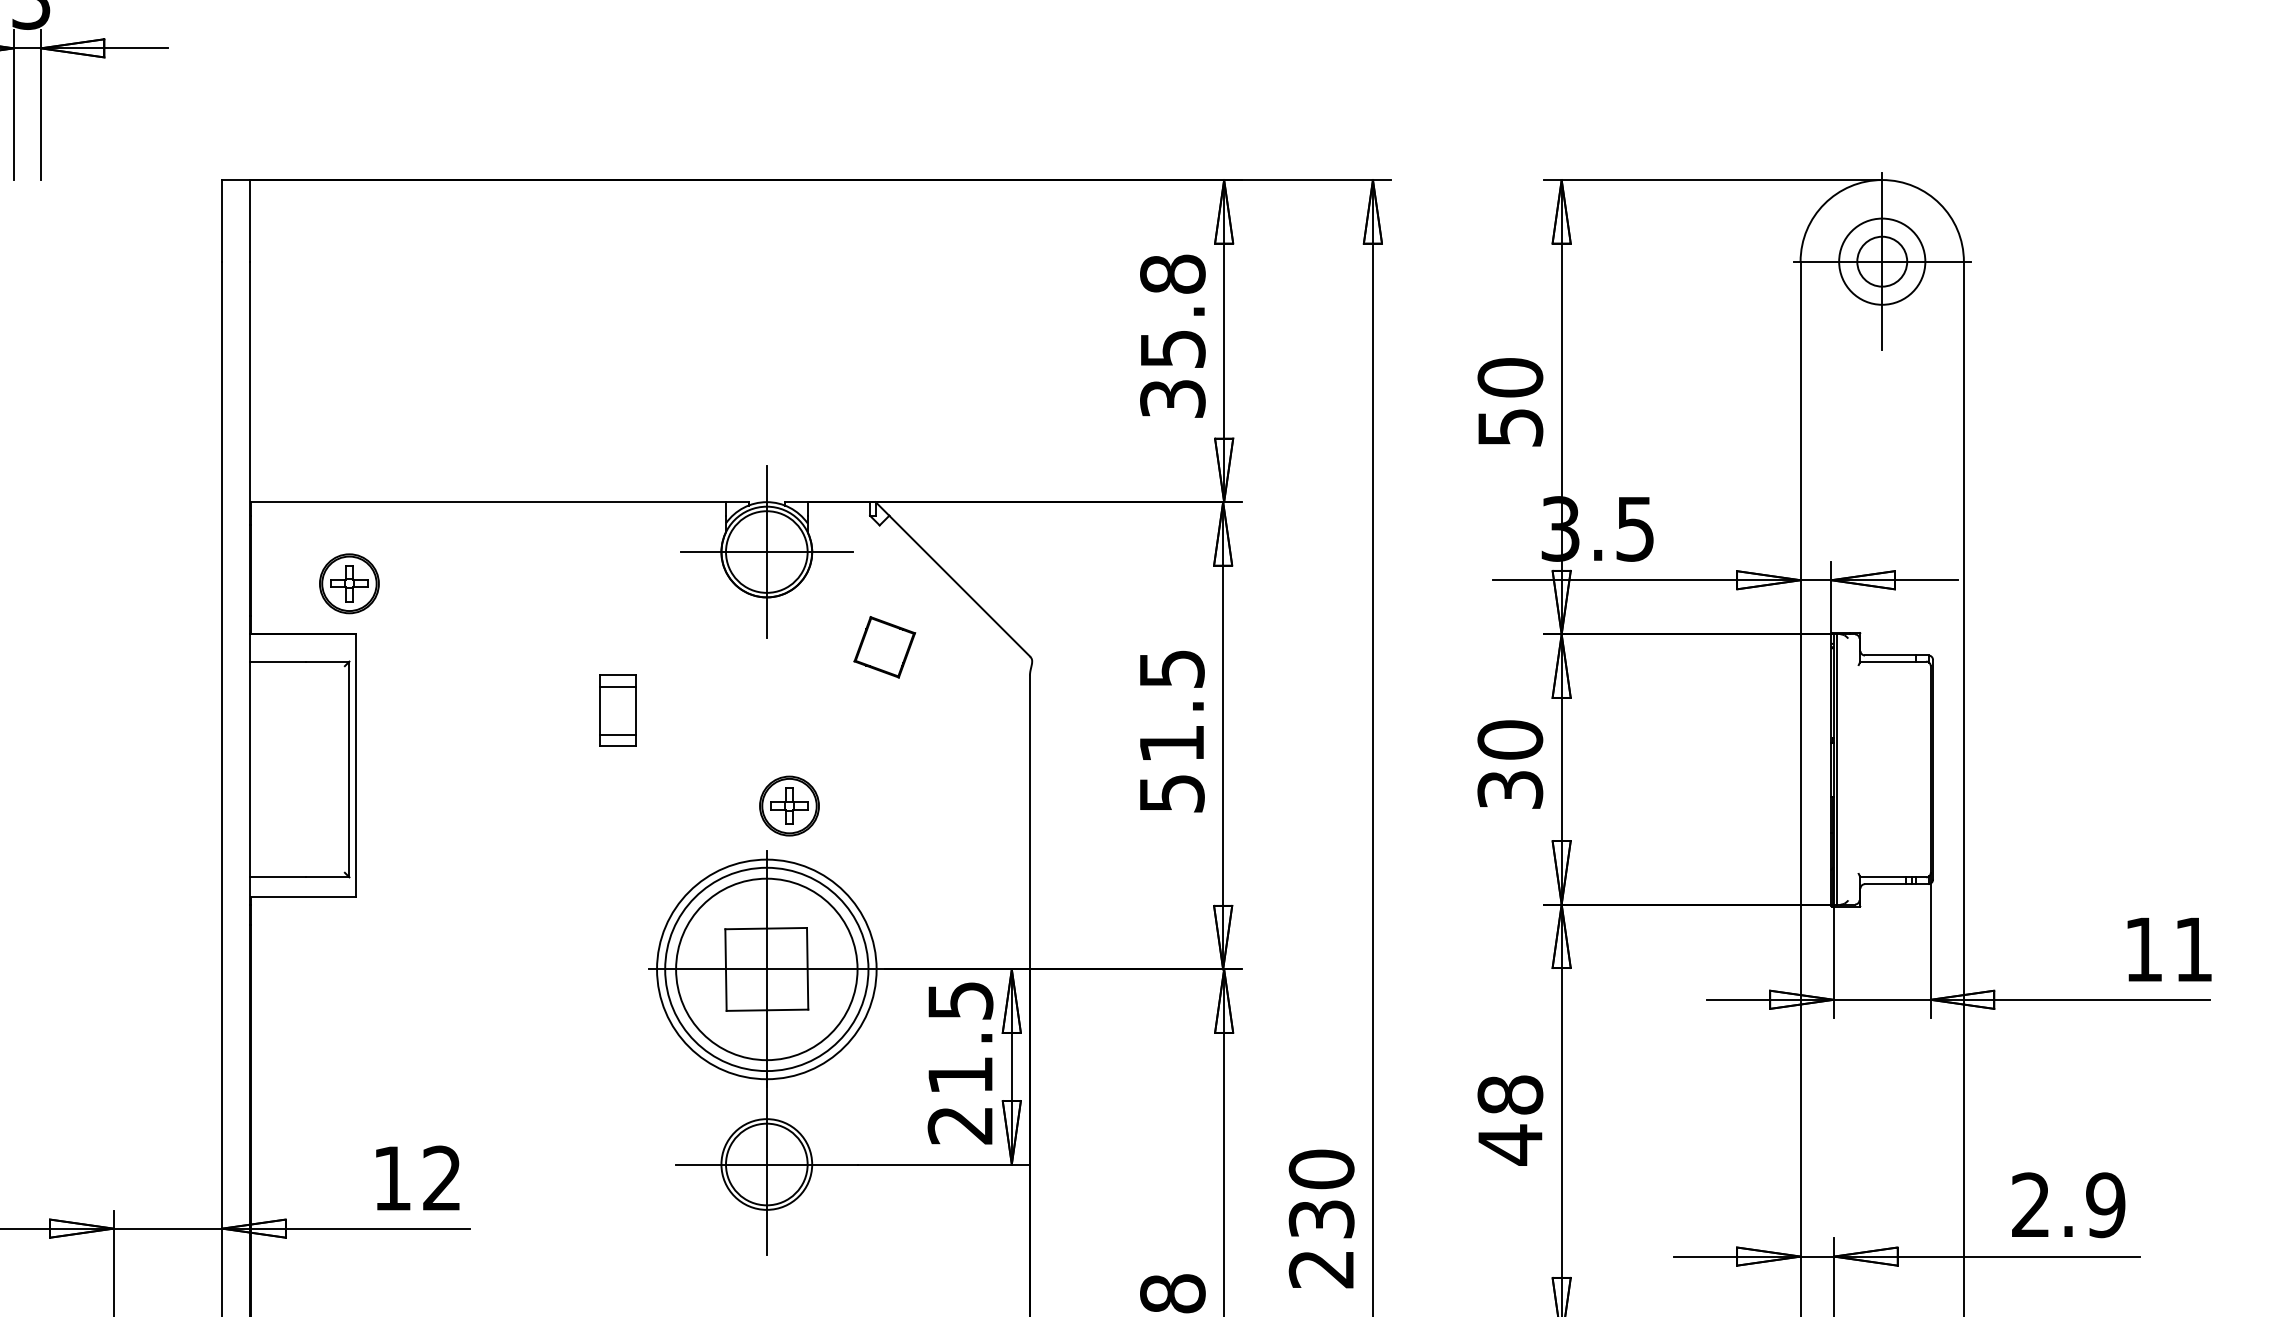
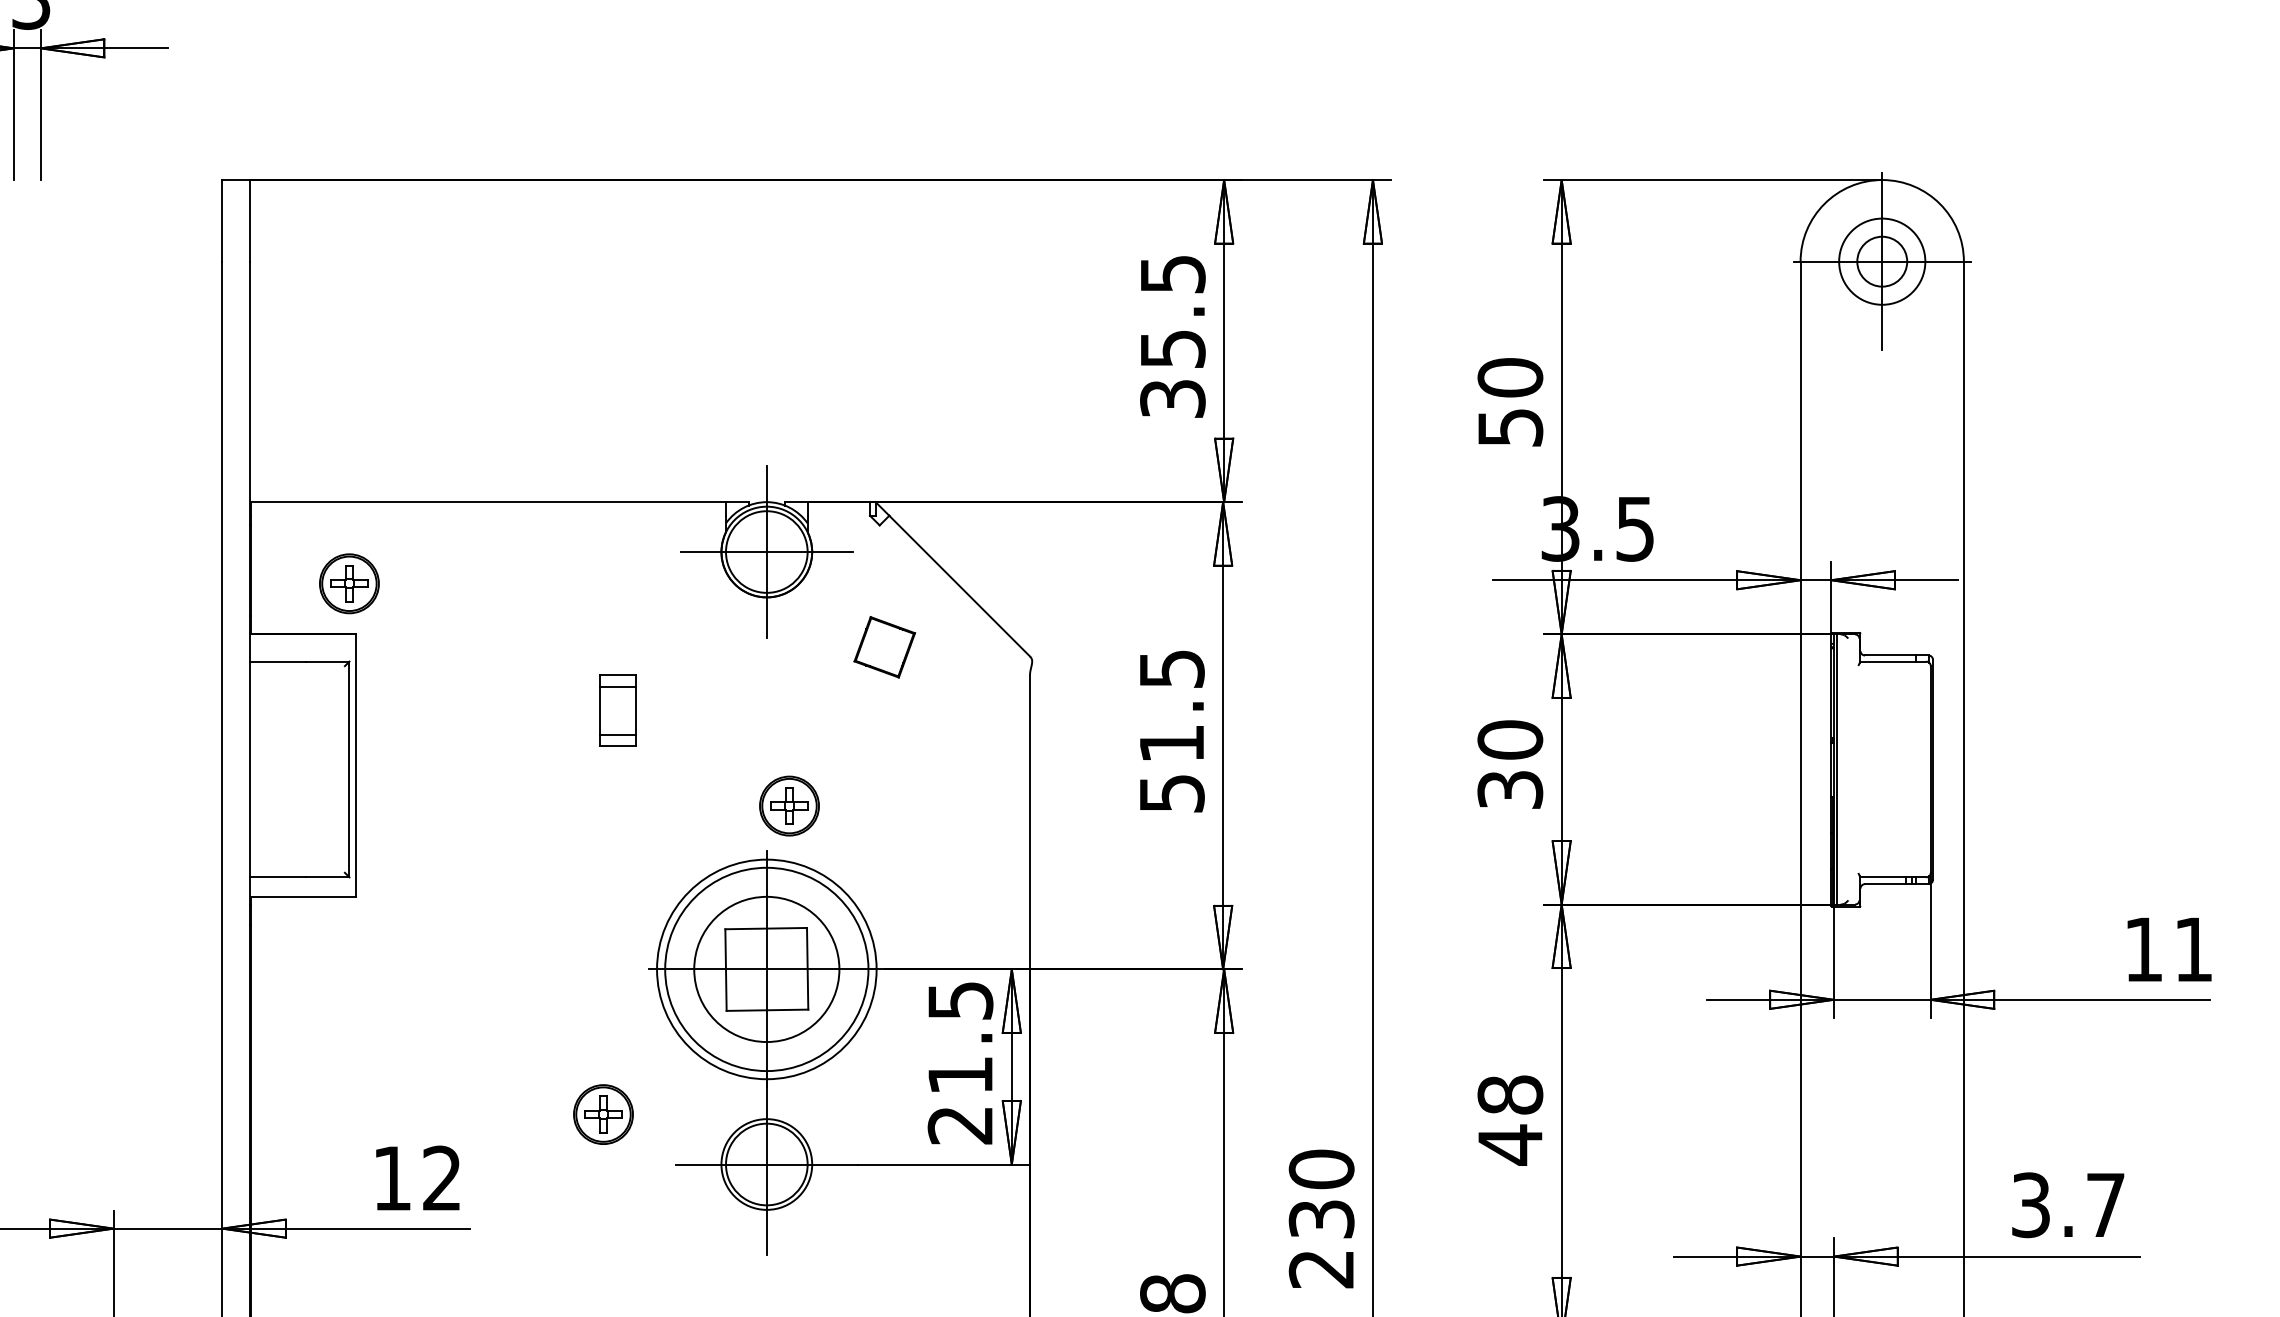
text at (1172, 273): 35.8 -> 35.5
circle at (766, 969) diameter: 181 px -> 145 px
part at (603, 1114): none -> present
text at (2068, 1205): 2.9 -> 3.7
